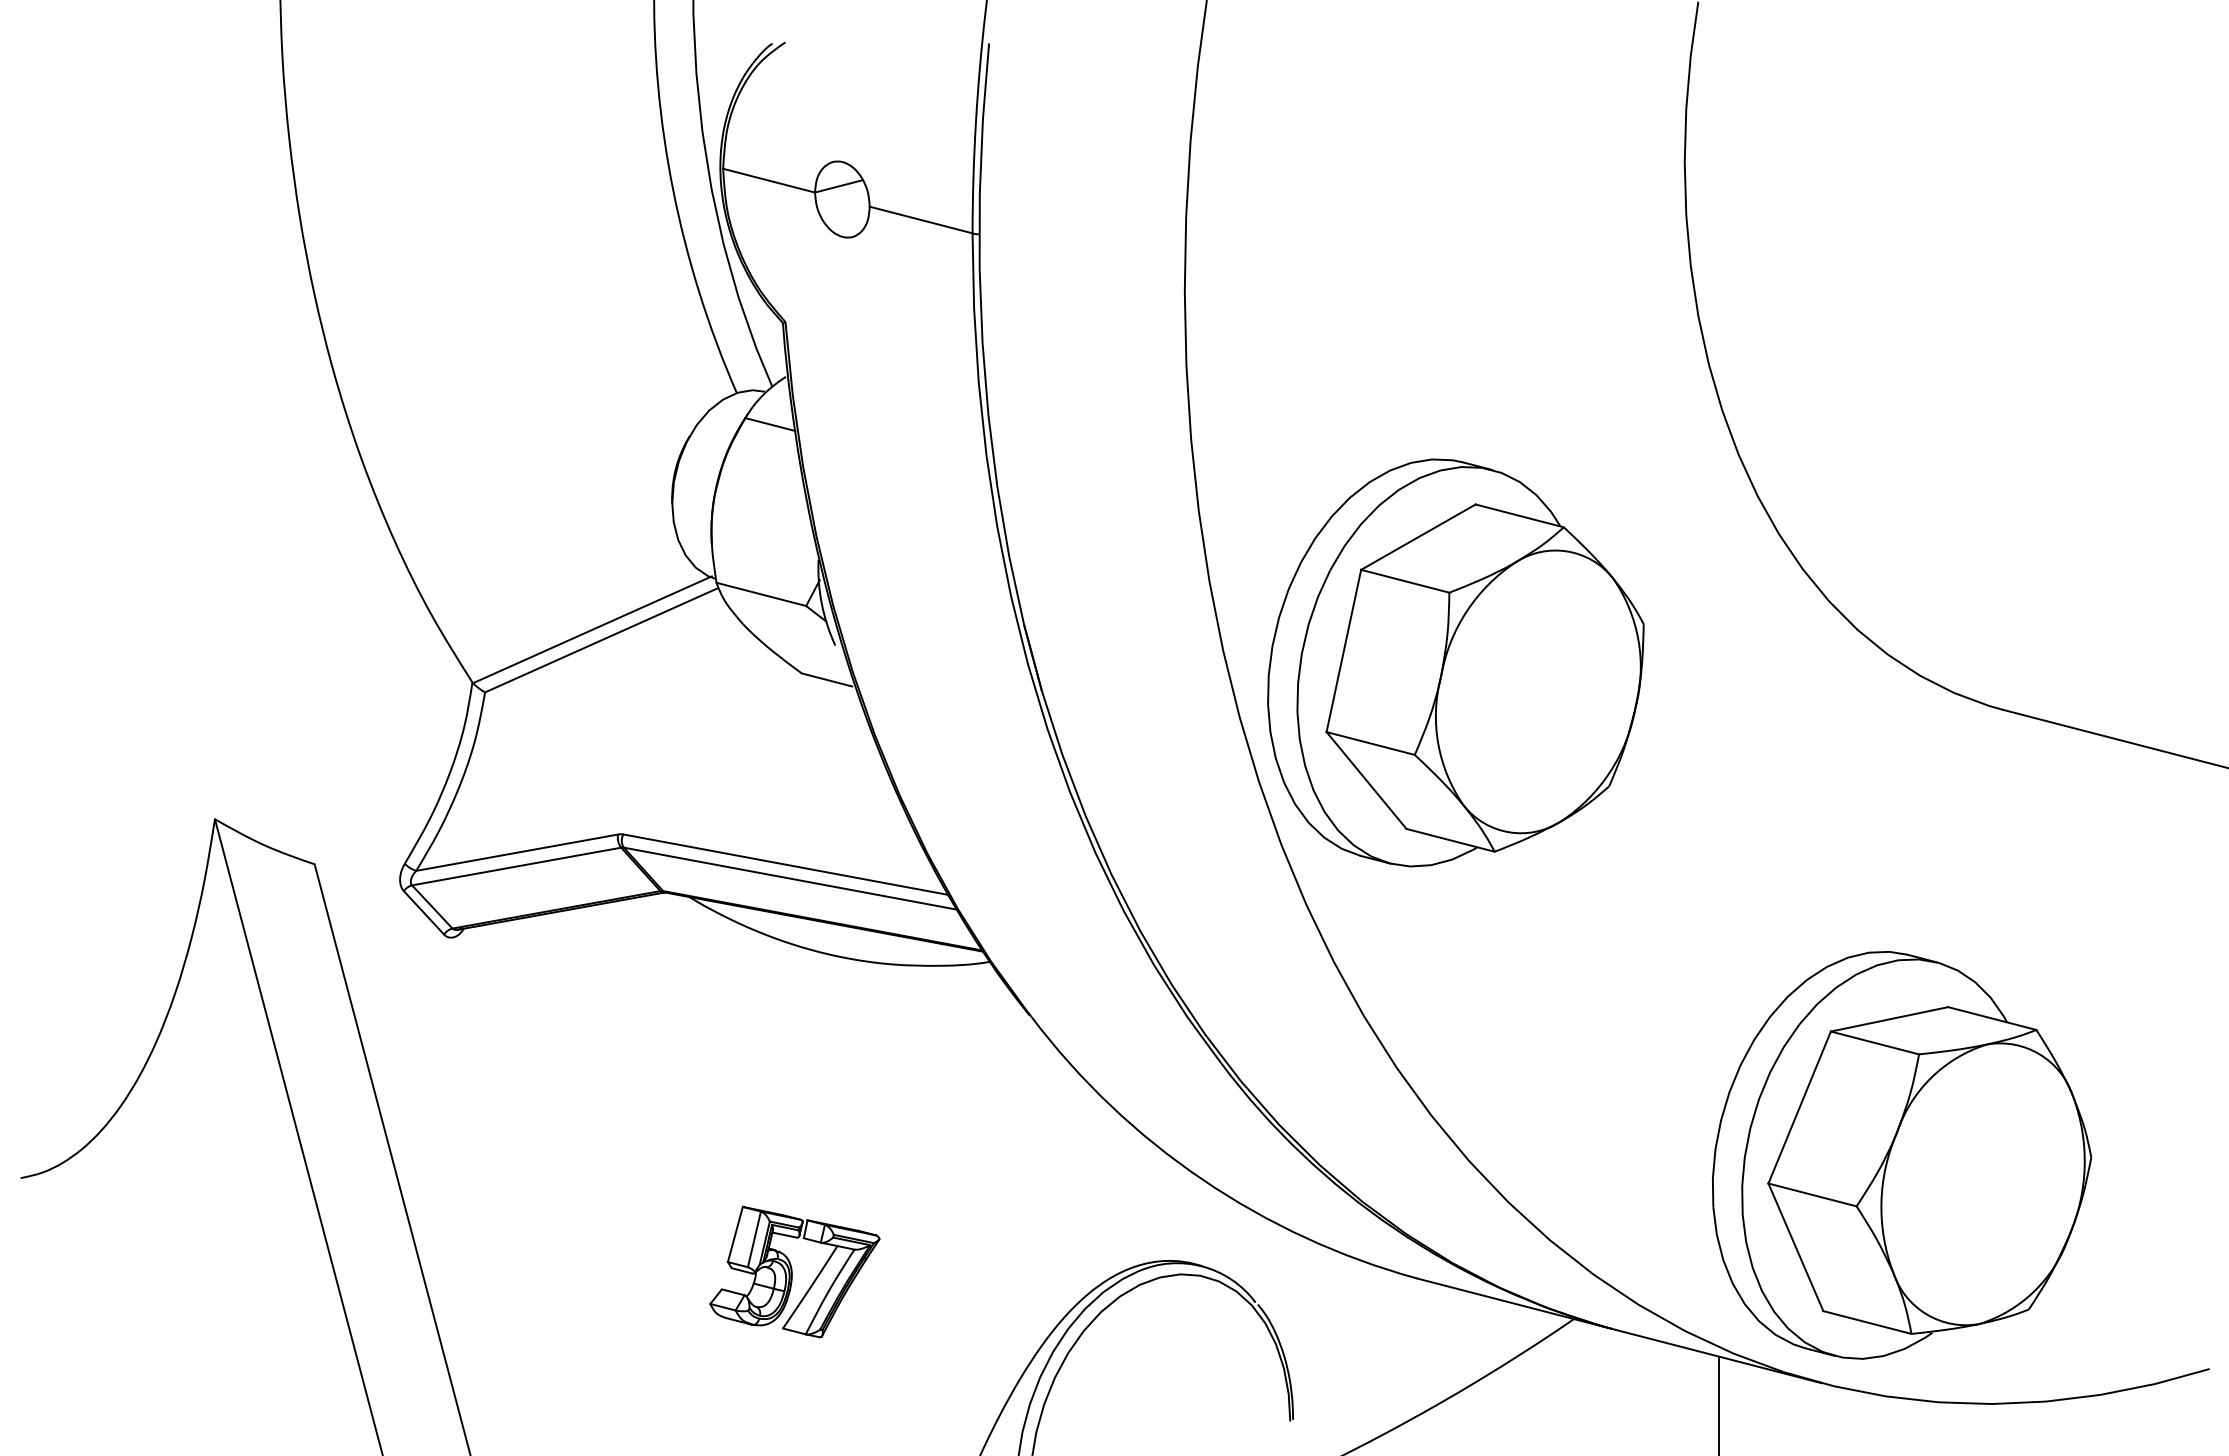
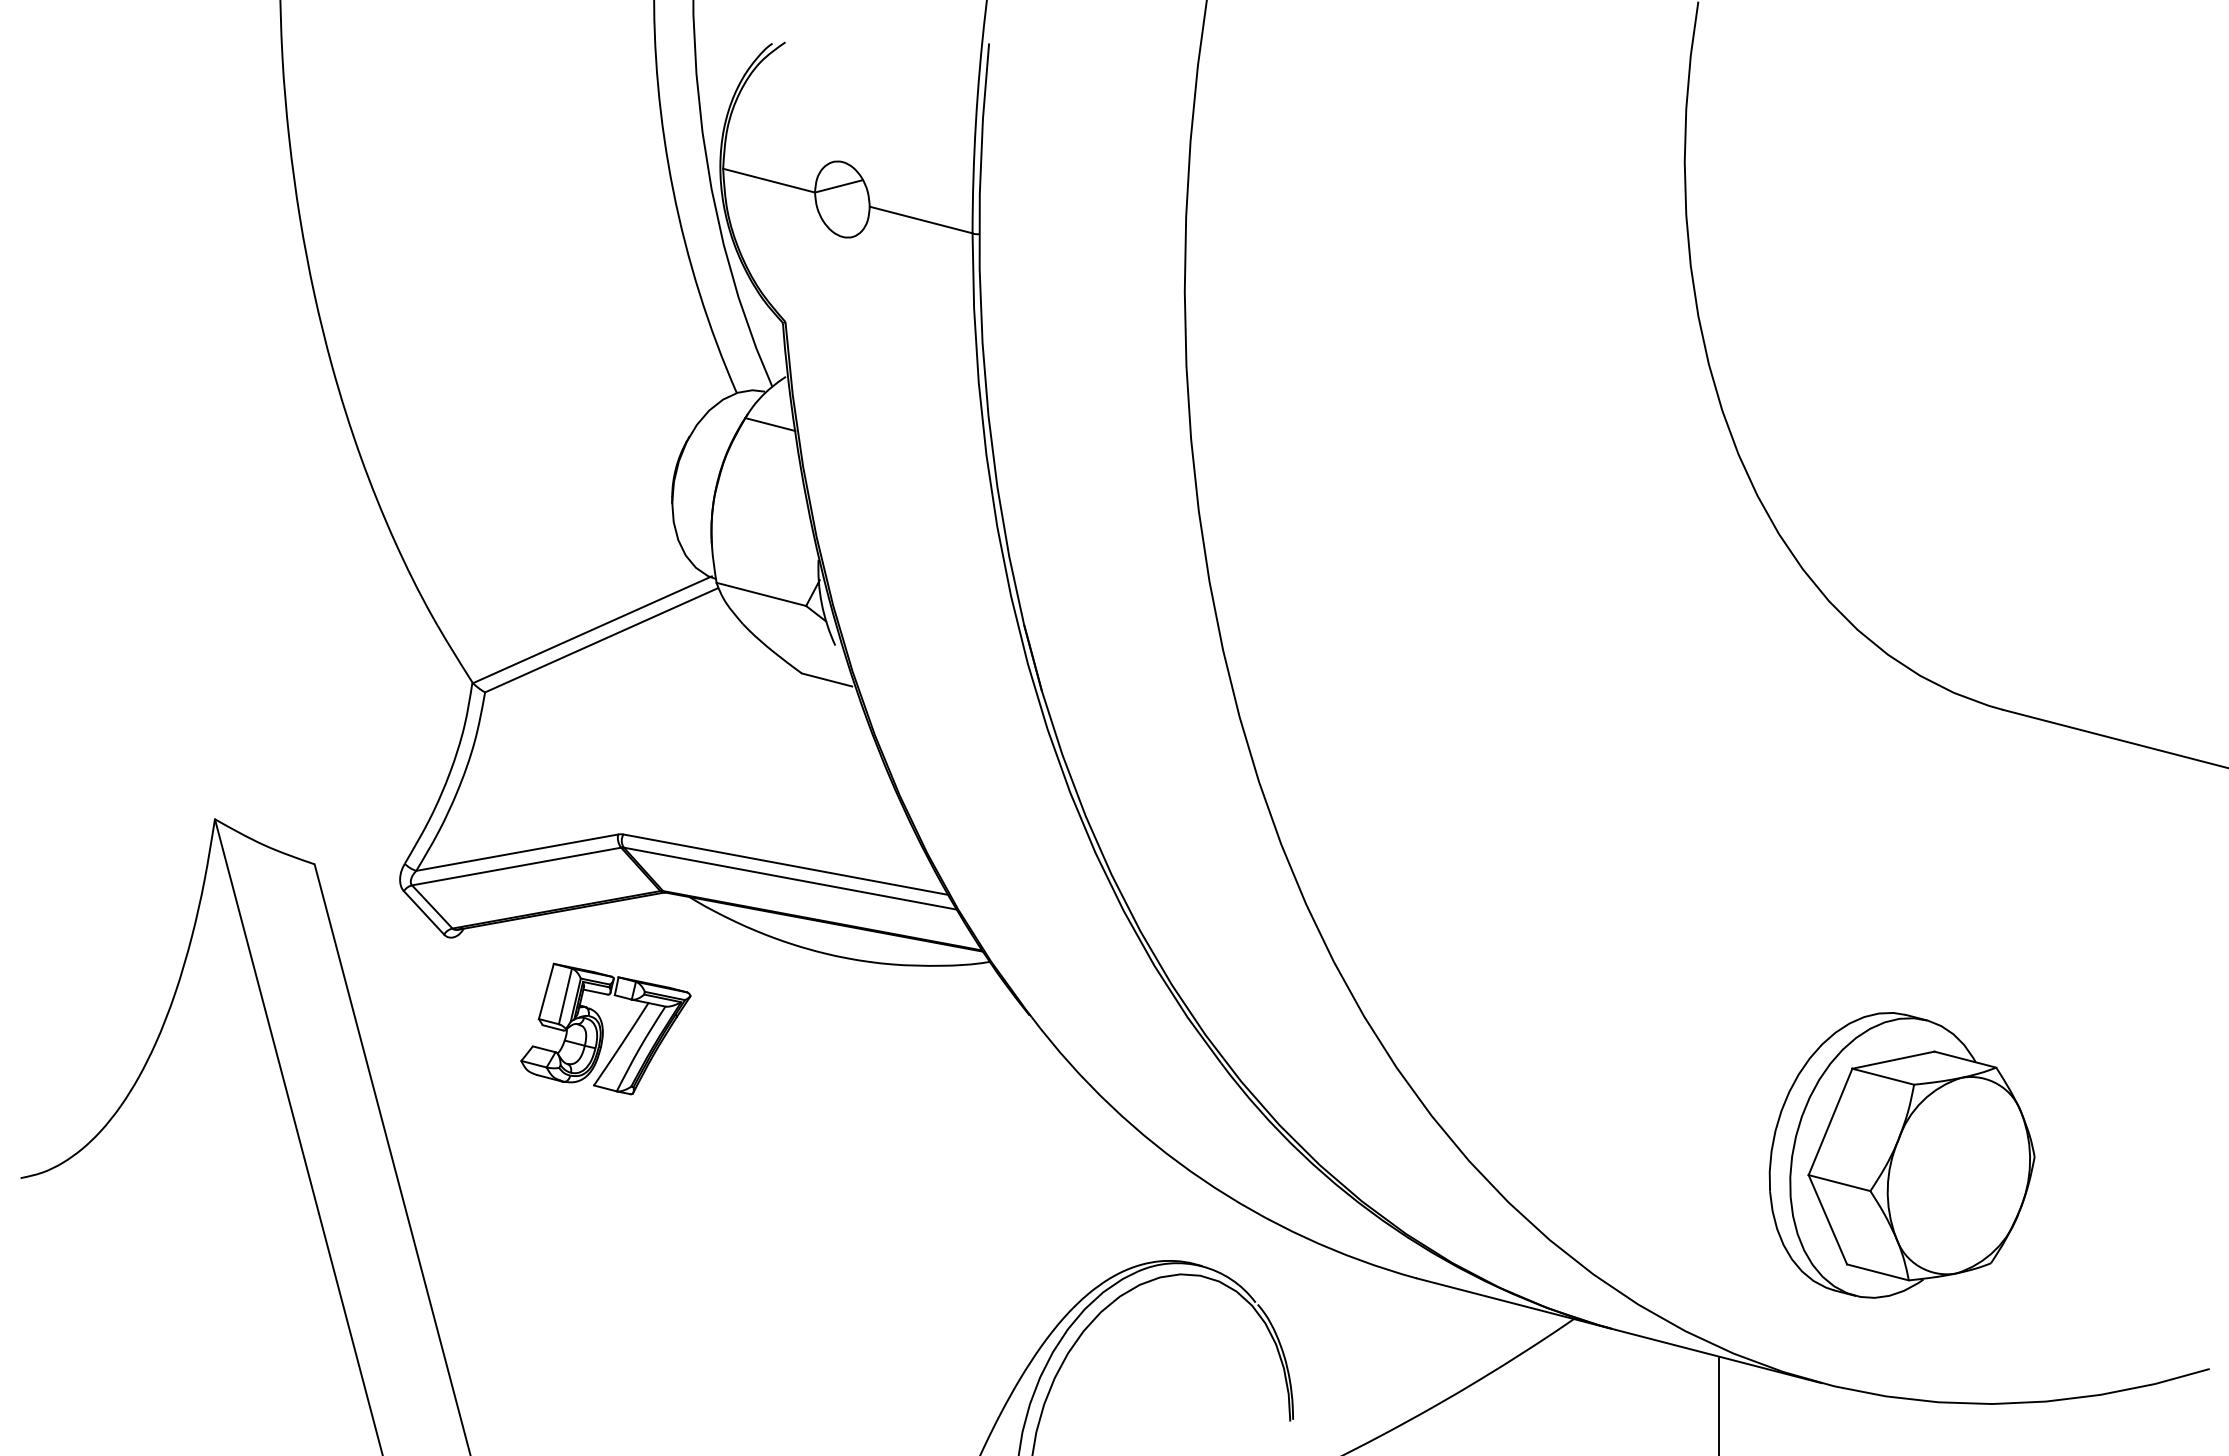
part at (1455, 662): present -> none
part at (1902, 1155) size: 381x409 px -> 268x287 px
part at (794, 1271) position: (794, 1271) -> (605, 1028)
